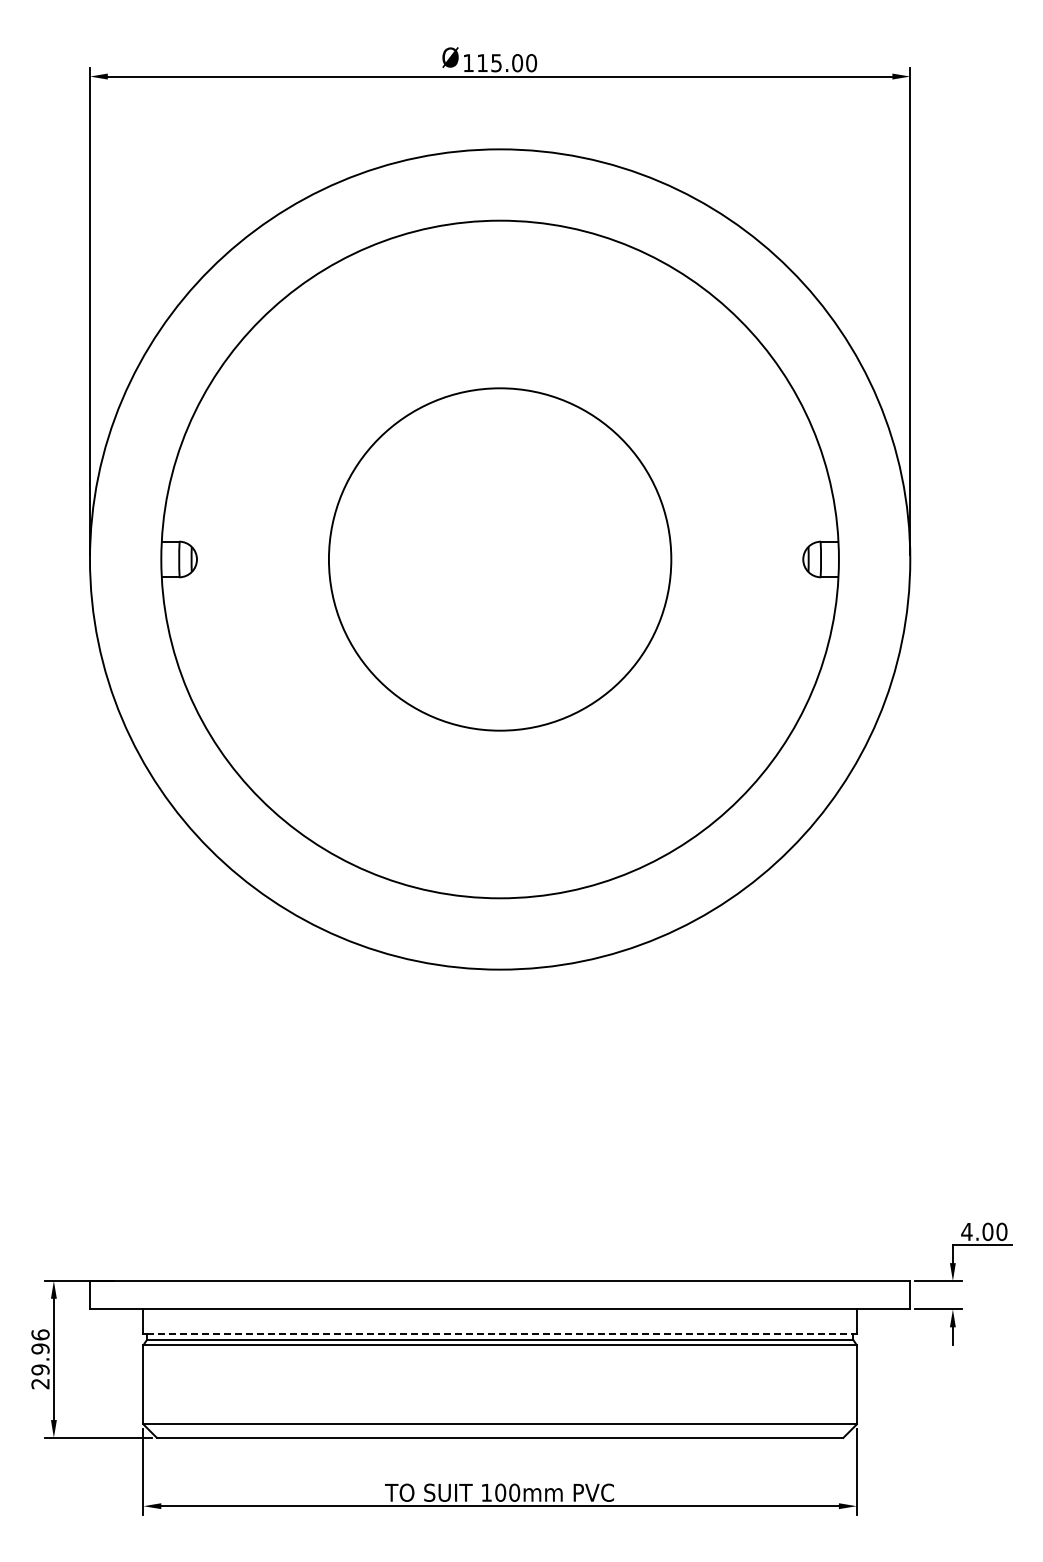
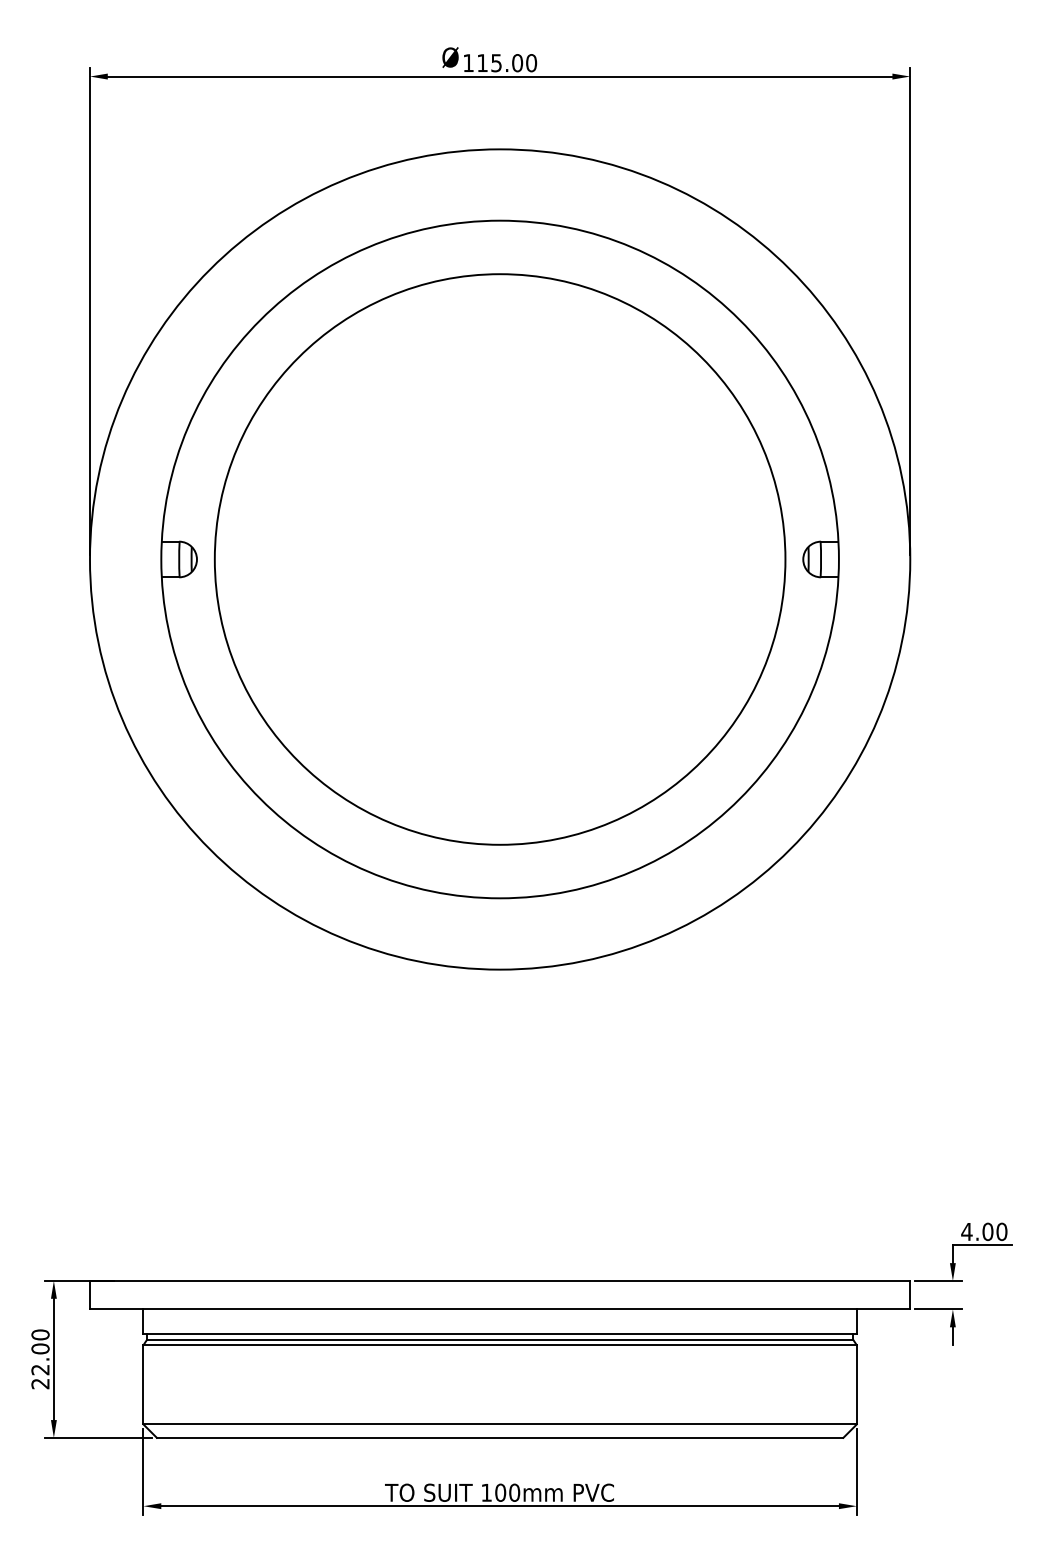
circle at (499, 559) diameter: 342 px -> 571 px
line at (500, 1334): dashed -> solid
text at (40, 1352): 29.96 -> 22.00
